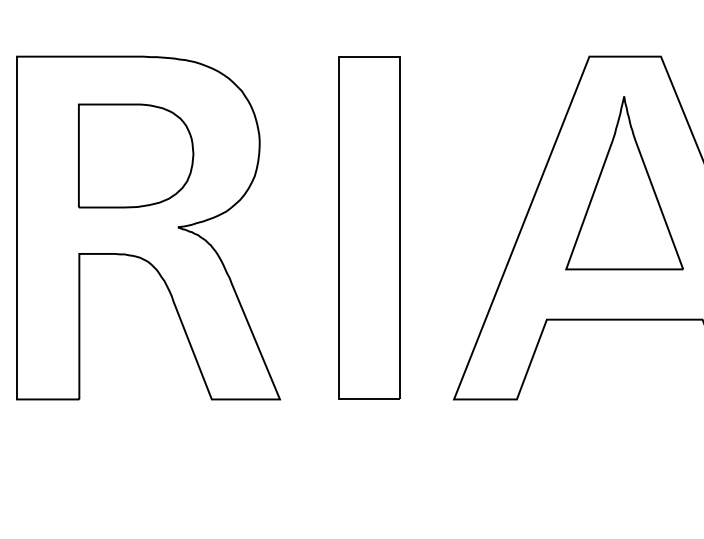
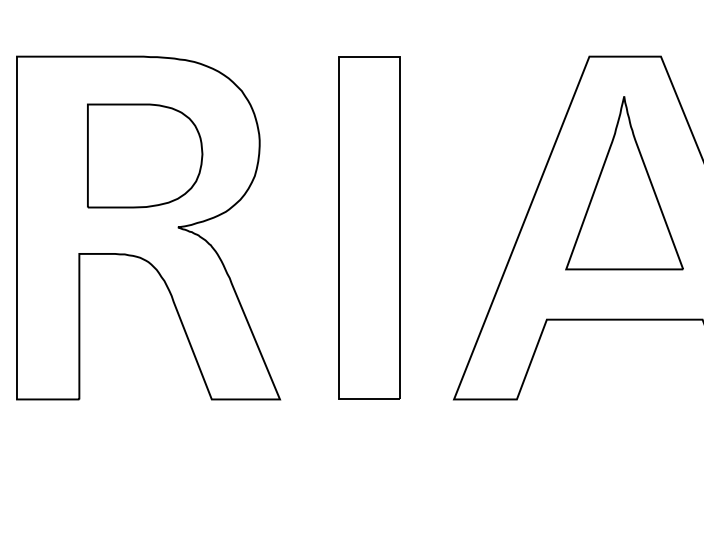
part at (136, 155) position: (136, 155) -> (145, 155)
